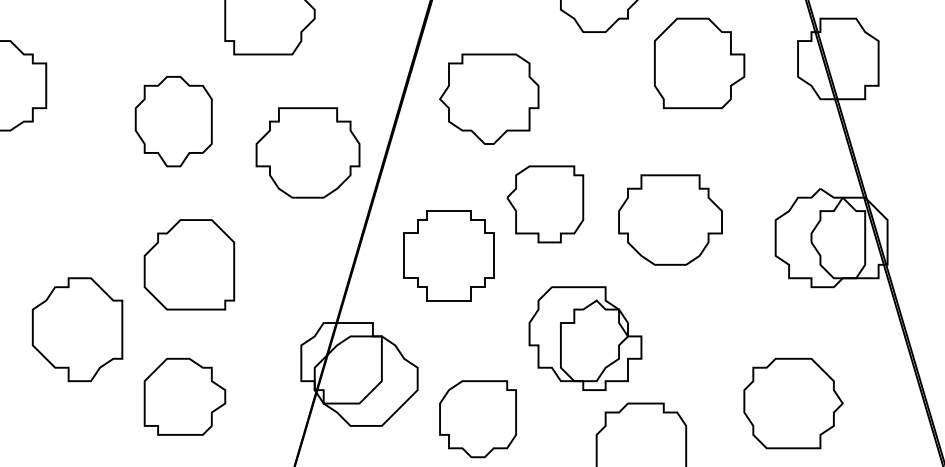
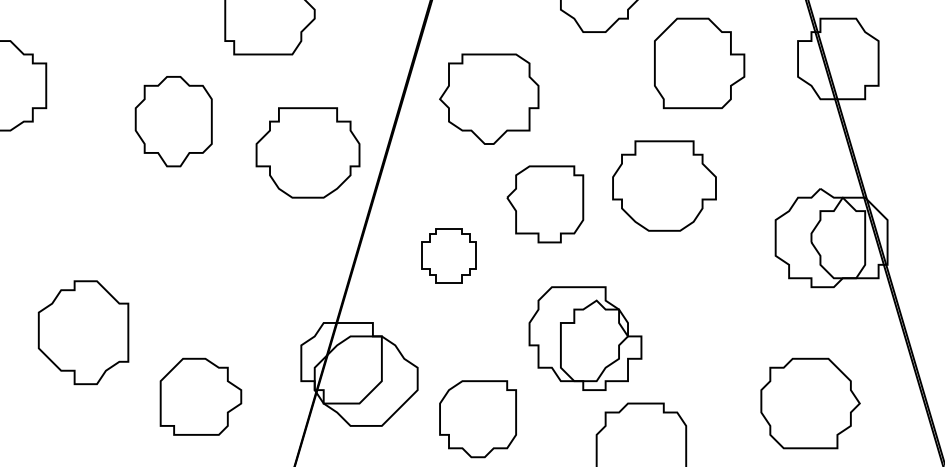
part at (670, 219) position: (670, 219) -> (664, 185)
part at (448, 255) size: 92x92 px -> 56x56 px
part at (189, 264): present -> none
part at (77, 329) position: (77, 329) -> (83, 332)
part at (184, 396) position: (184, 396) -> (200, 396)
part at (793, 403) position: (793, 403) -> (810, 403)
